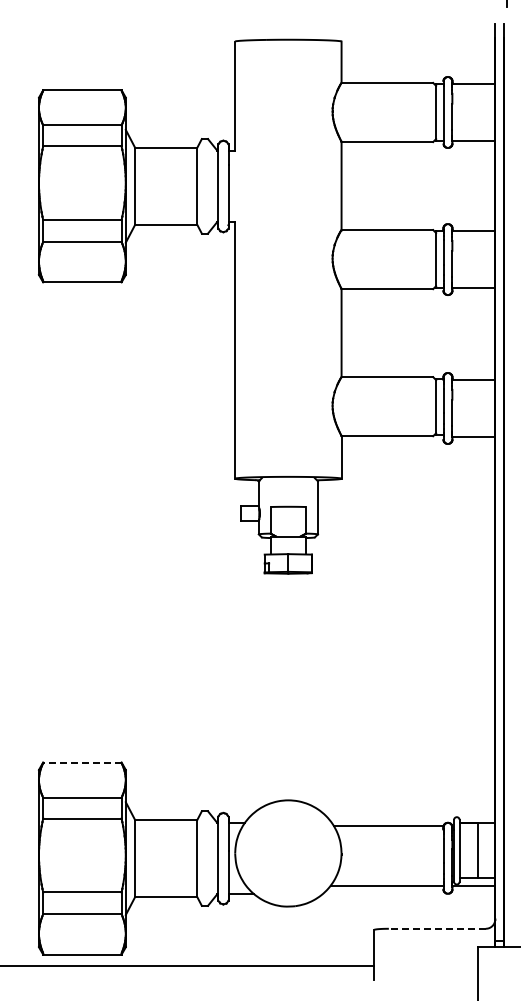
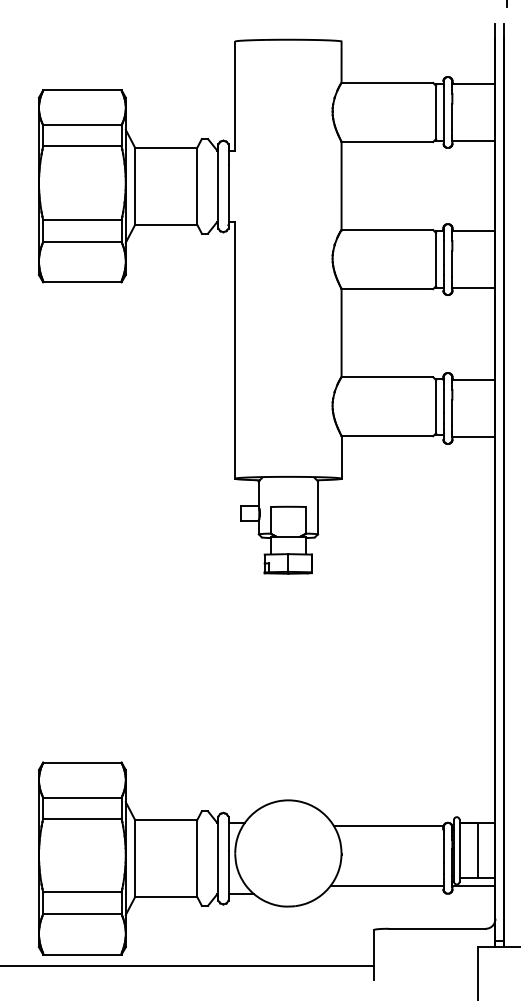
line at (81, 762): dashed -> solid
line at (436, 928): dashed -> solid
